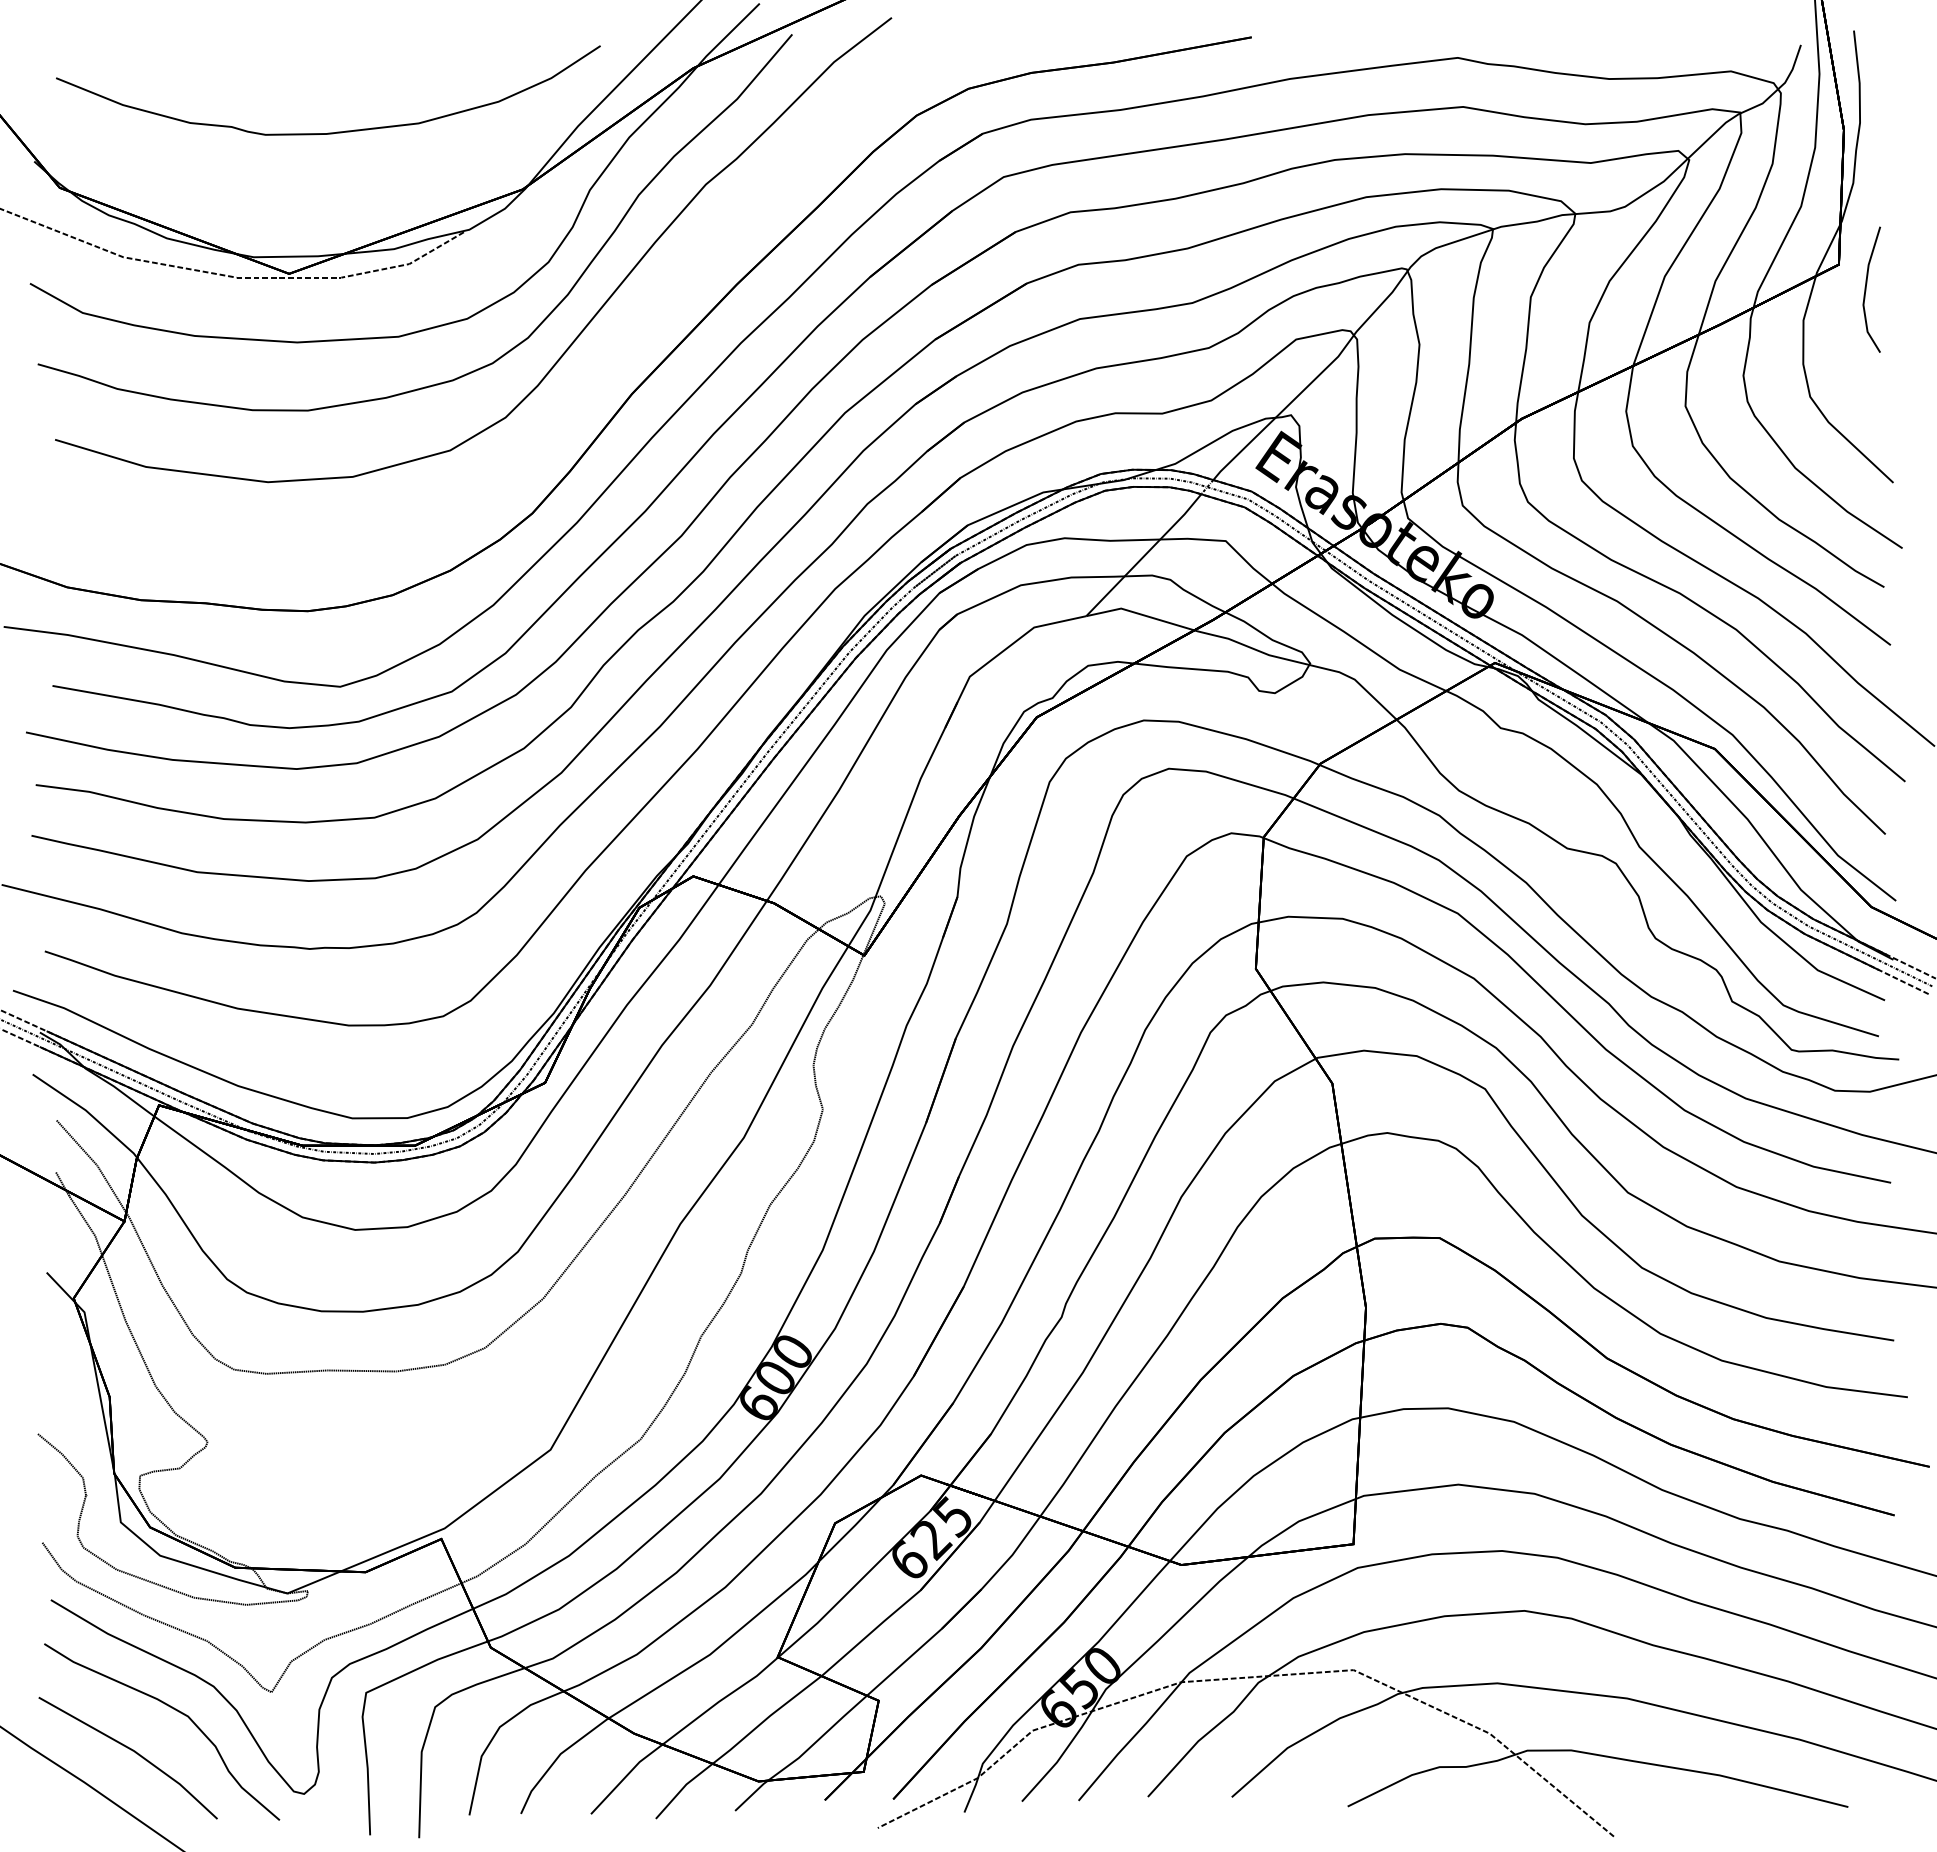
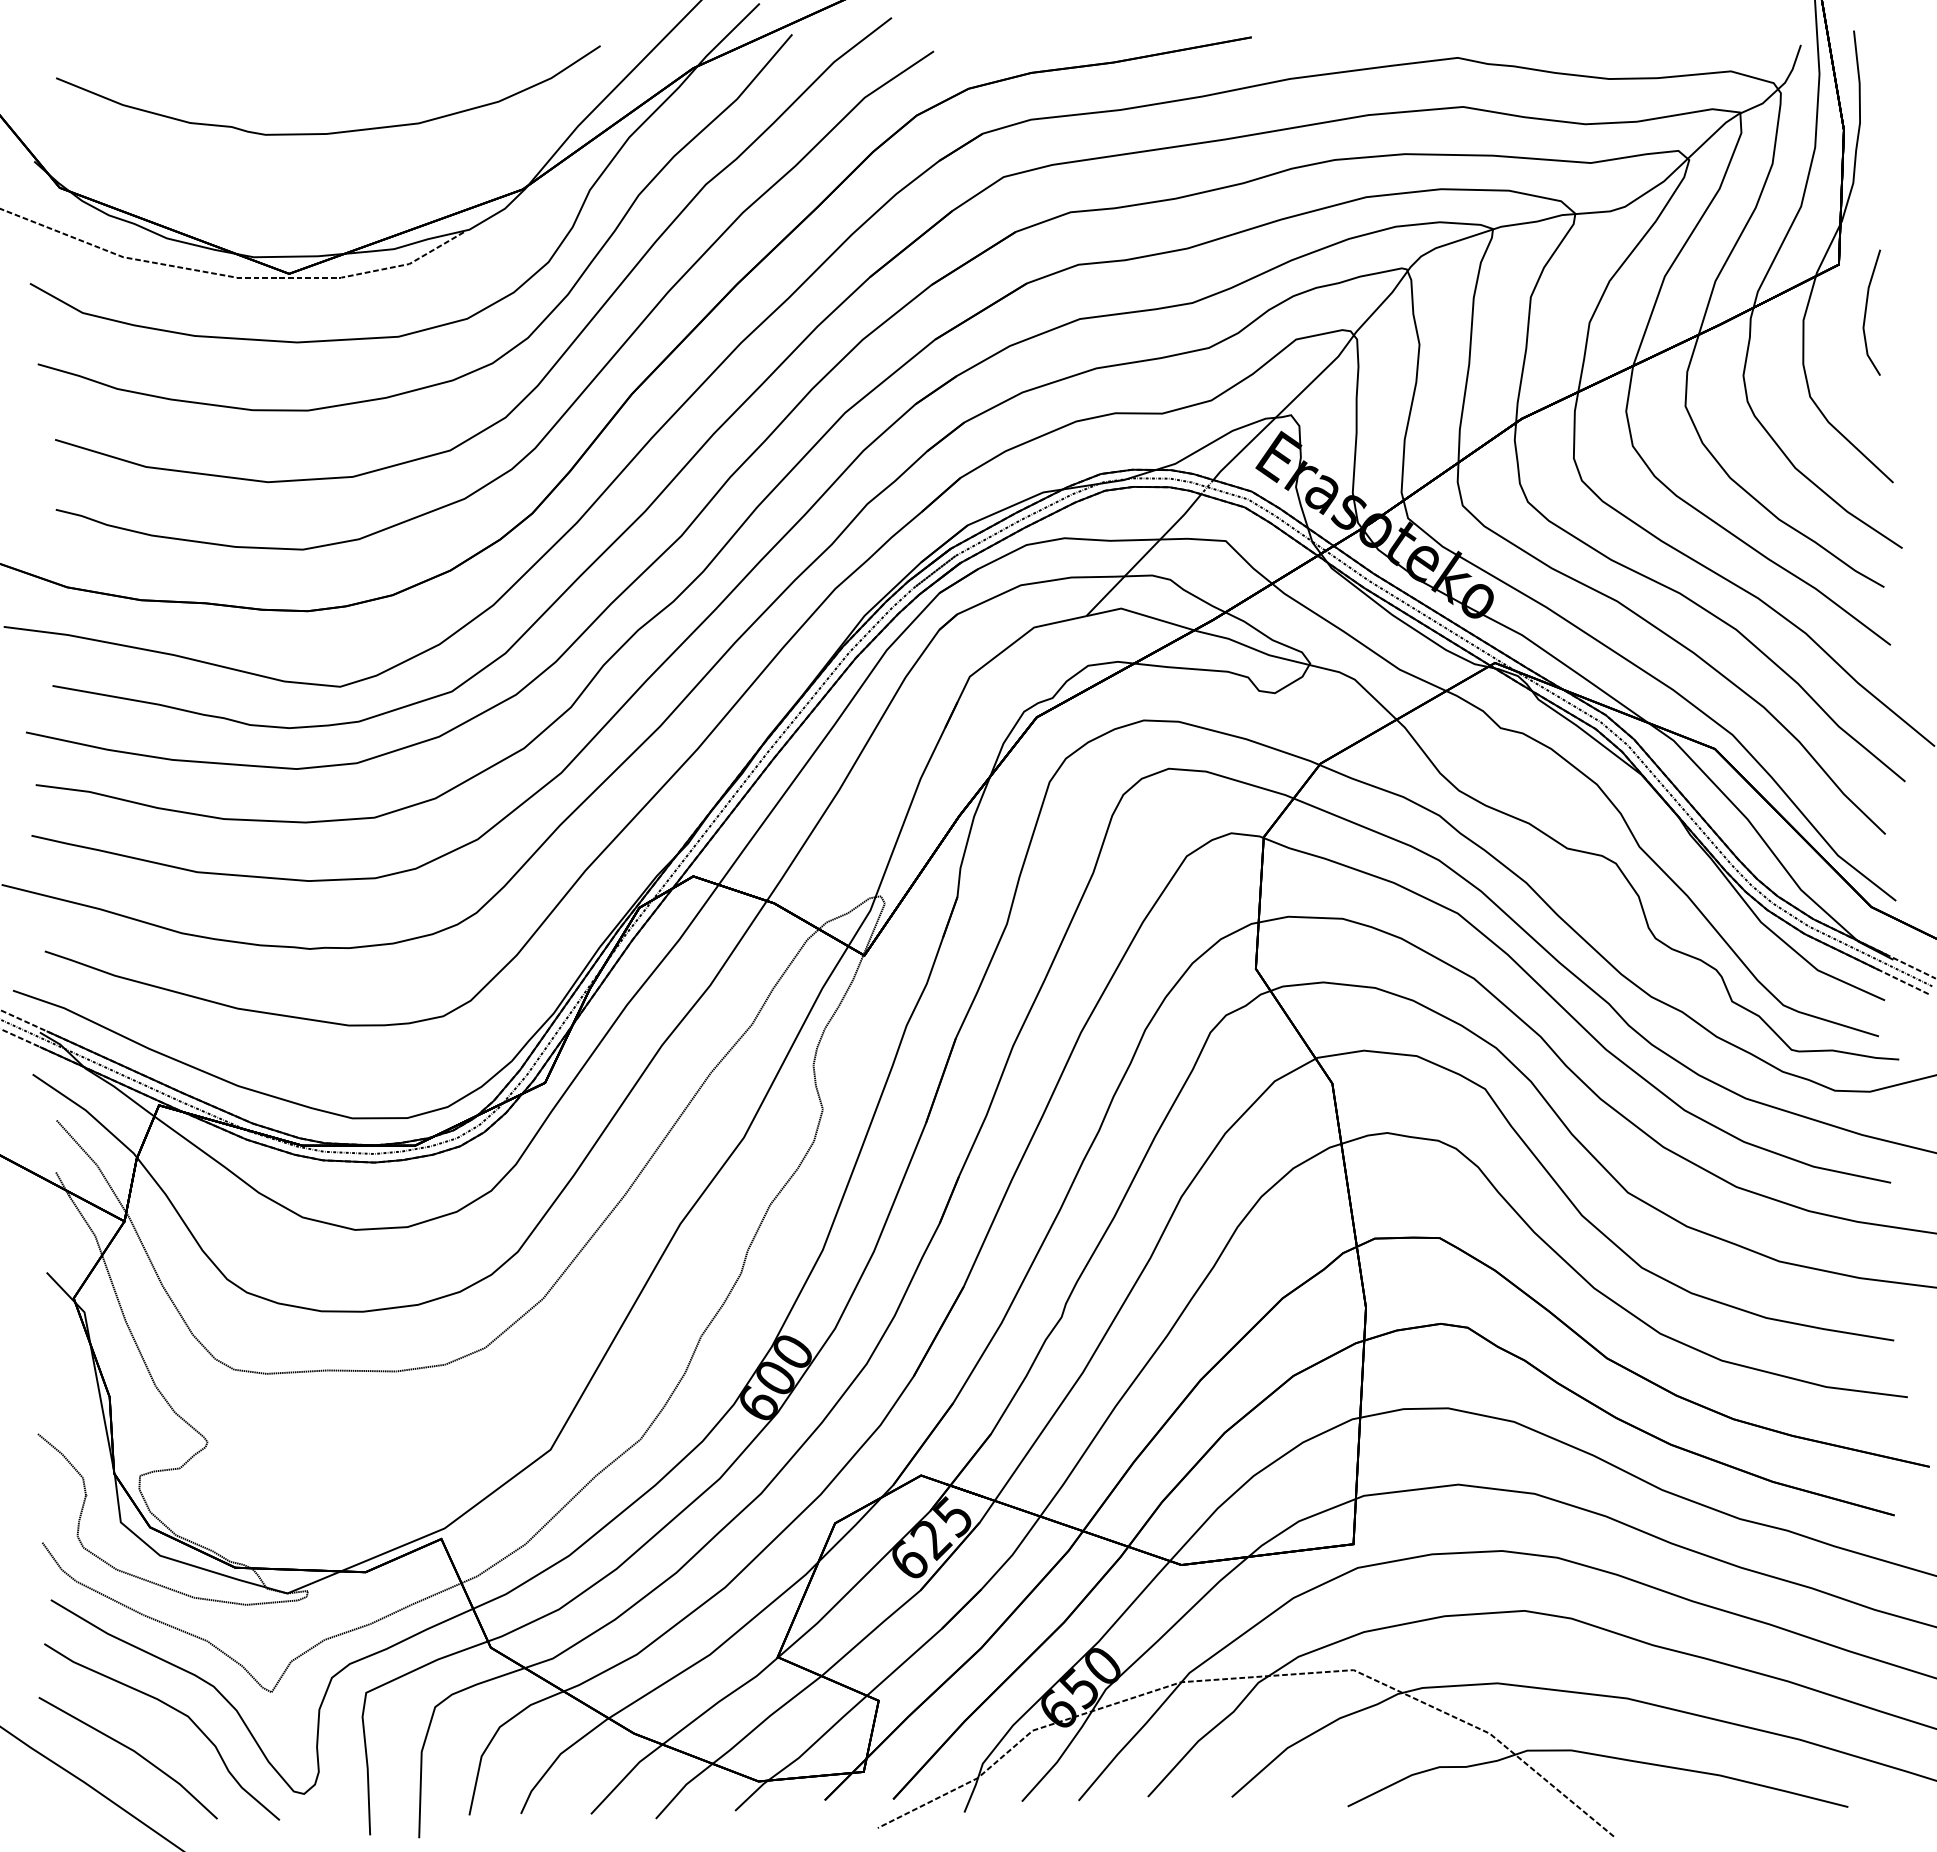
line at (1866, 289) position: (1866, 289) -> (1866, 312)
curve at (590, 381): none -> present
